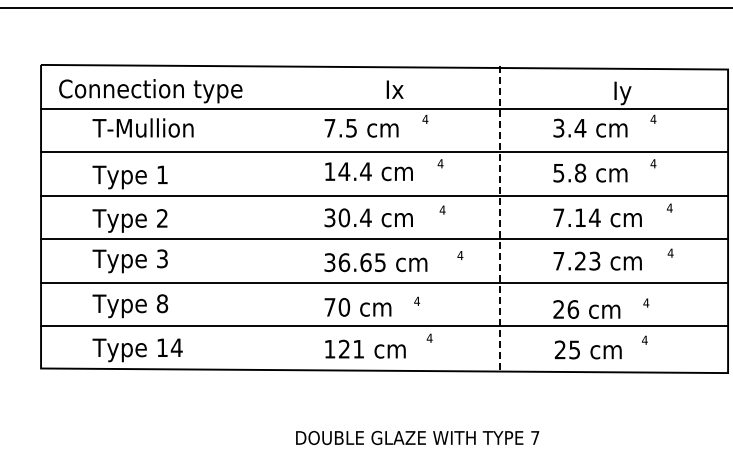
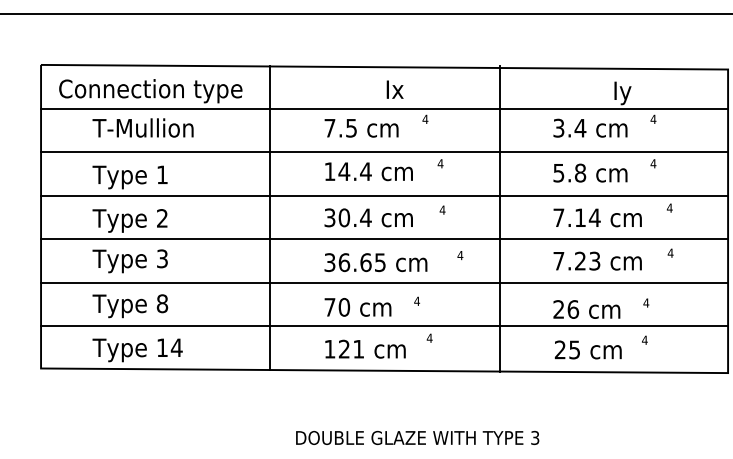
line at (365, 7) position: (365, 7) -> (365, 13)
line at (270, 218): none -> present
line at (499, 219): dashed -> solid
text at (535, 437): 7 -> 3
